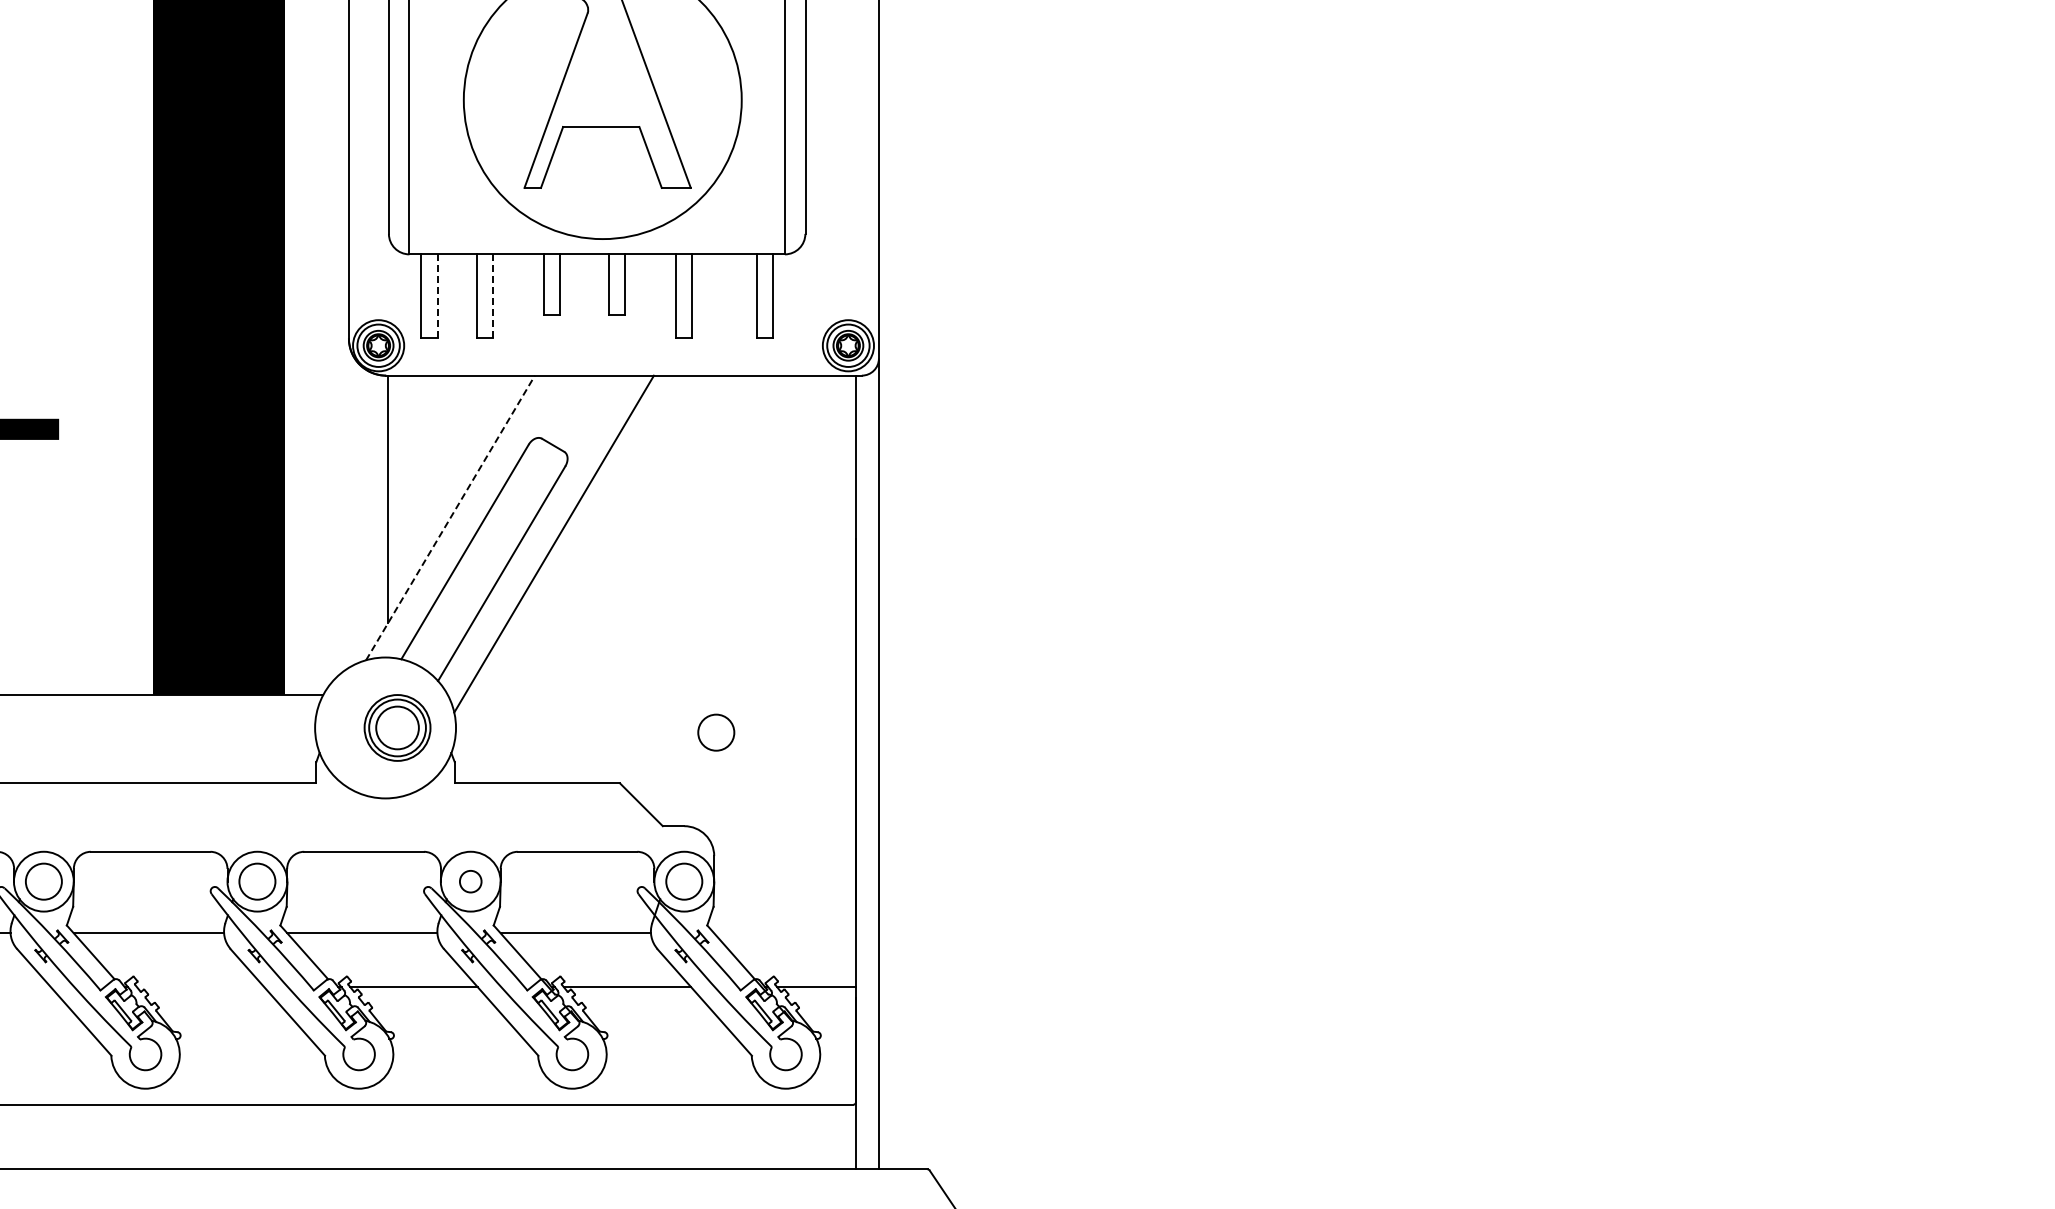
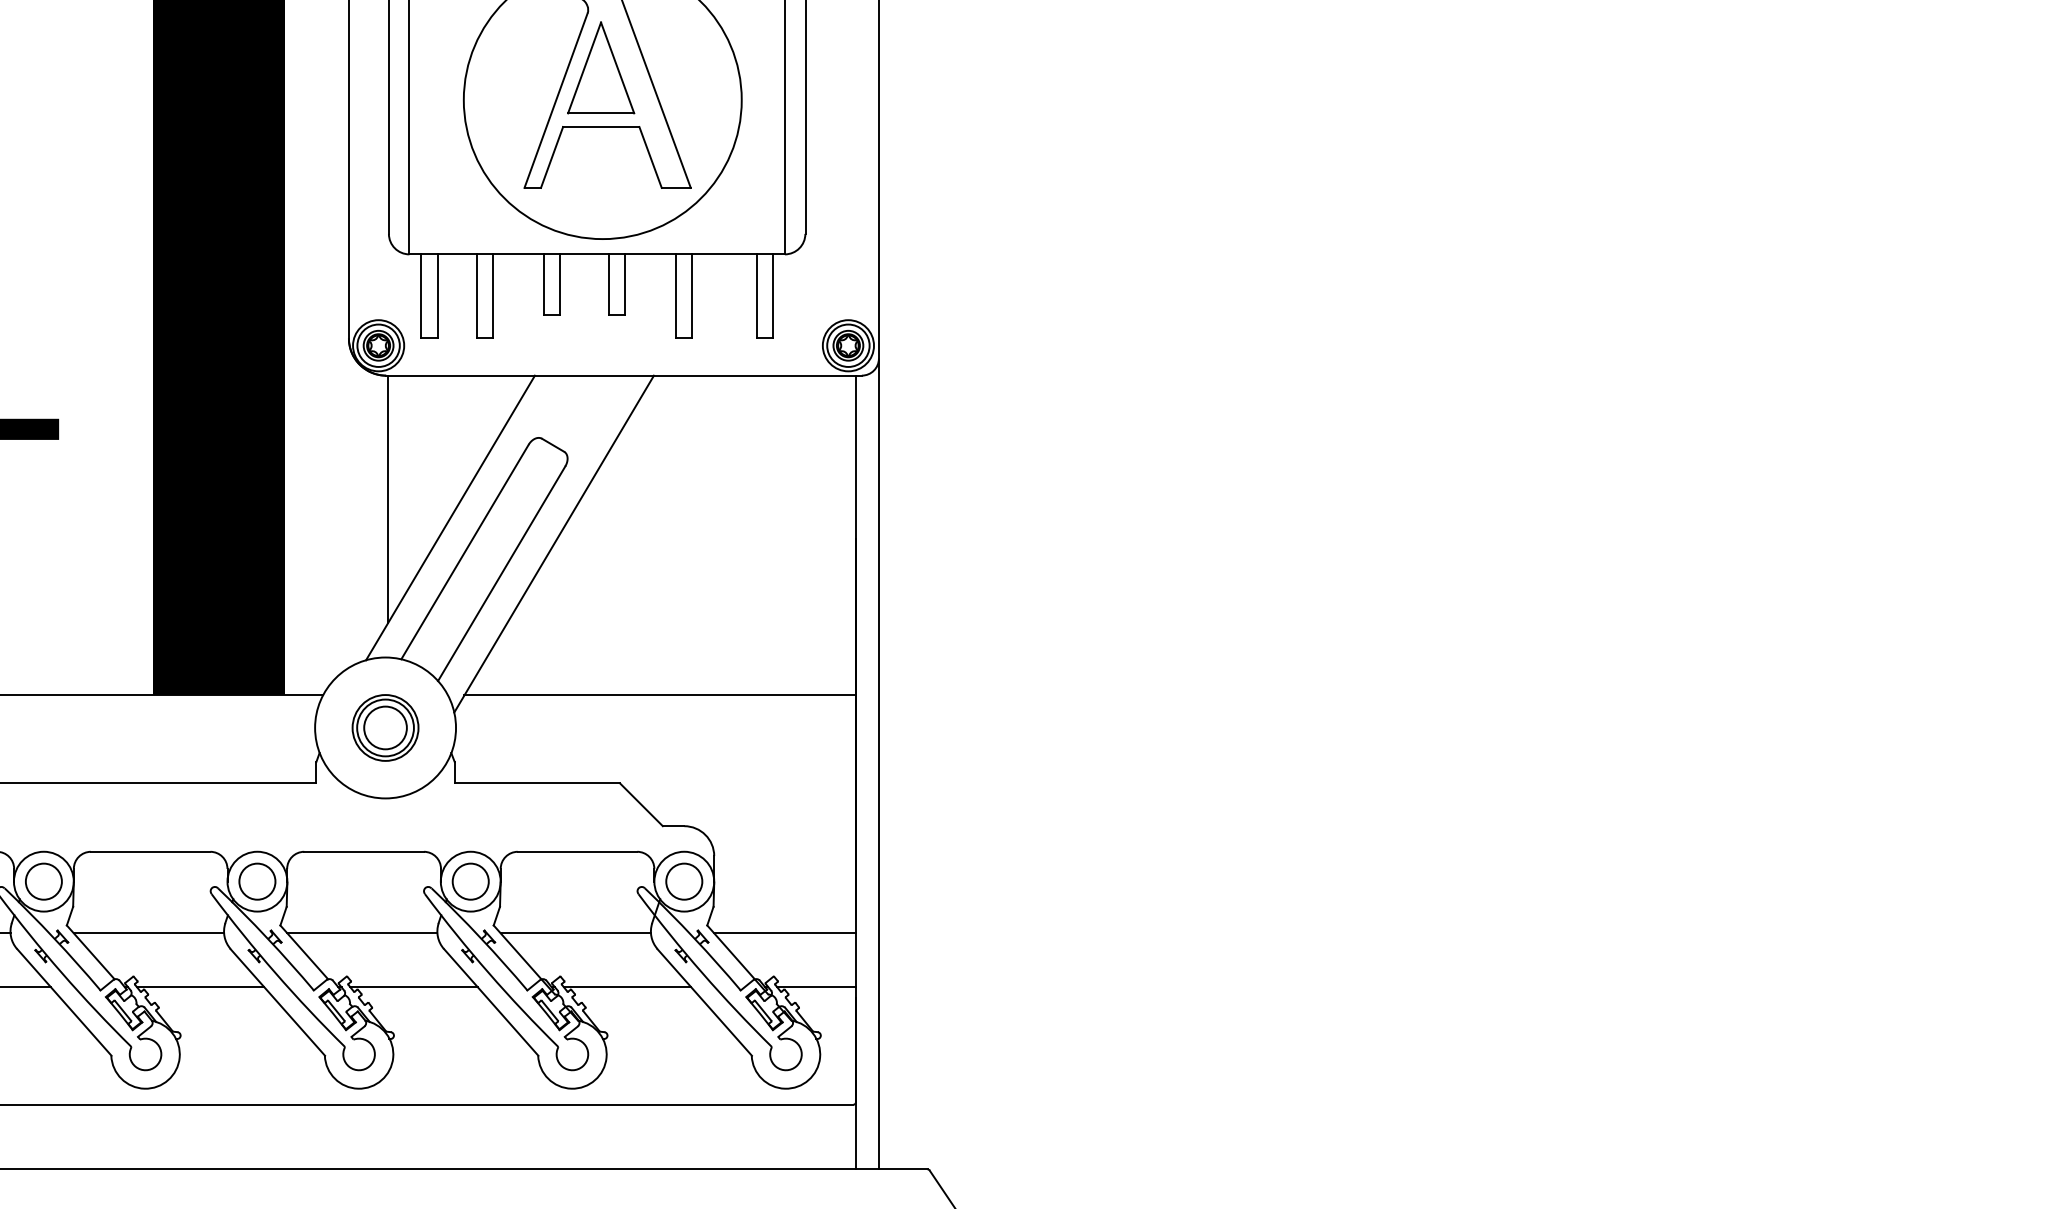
part at (601, 67): none -> present
line at (437, 296): dashed -> solid
line at (493, 296): dashed -> solid
line at (450, 517): dashed -> solid
line at (660, 695): none -> present
part at (397, 727) position: (397, 727) -> (385, 727)
circle at (716, 732): present -> none
circle at (470, 881) diameter: 22 px -> 36 px
line at (785, 933): none -> present
line at (26, 987): none -> present
line at (200, 987): none -> present
